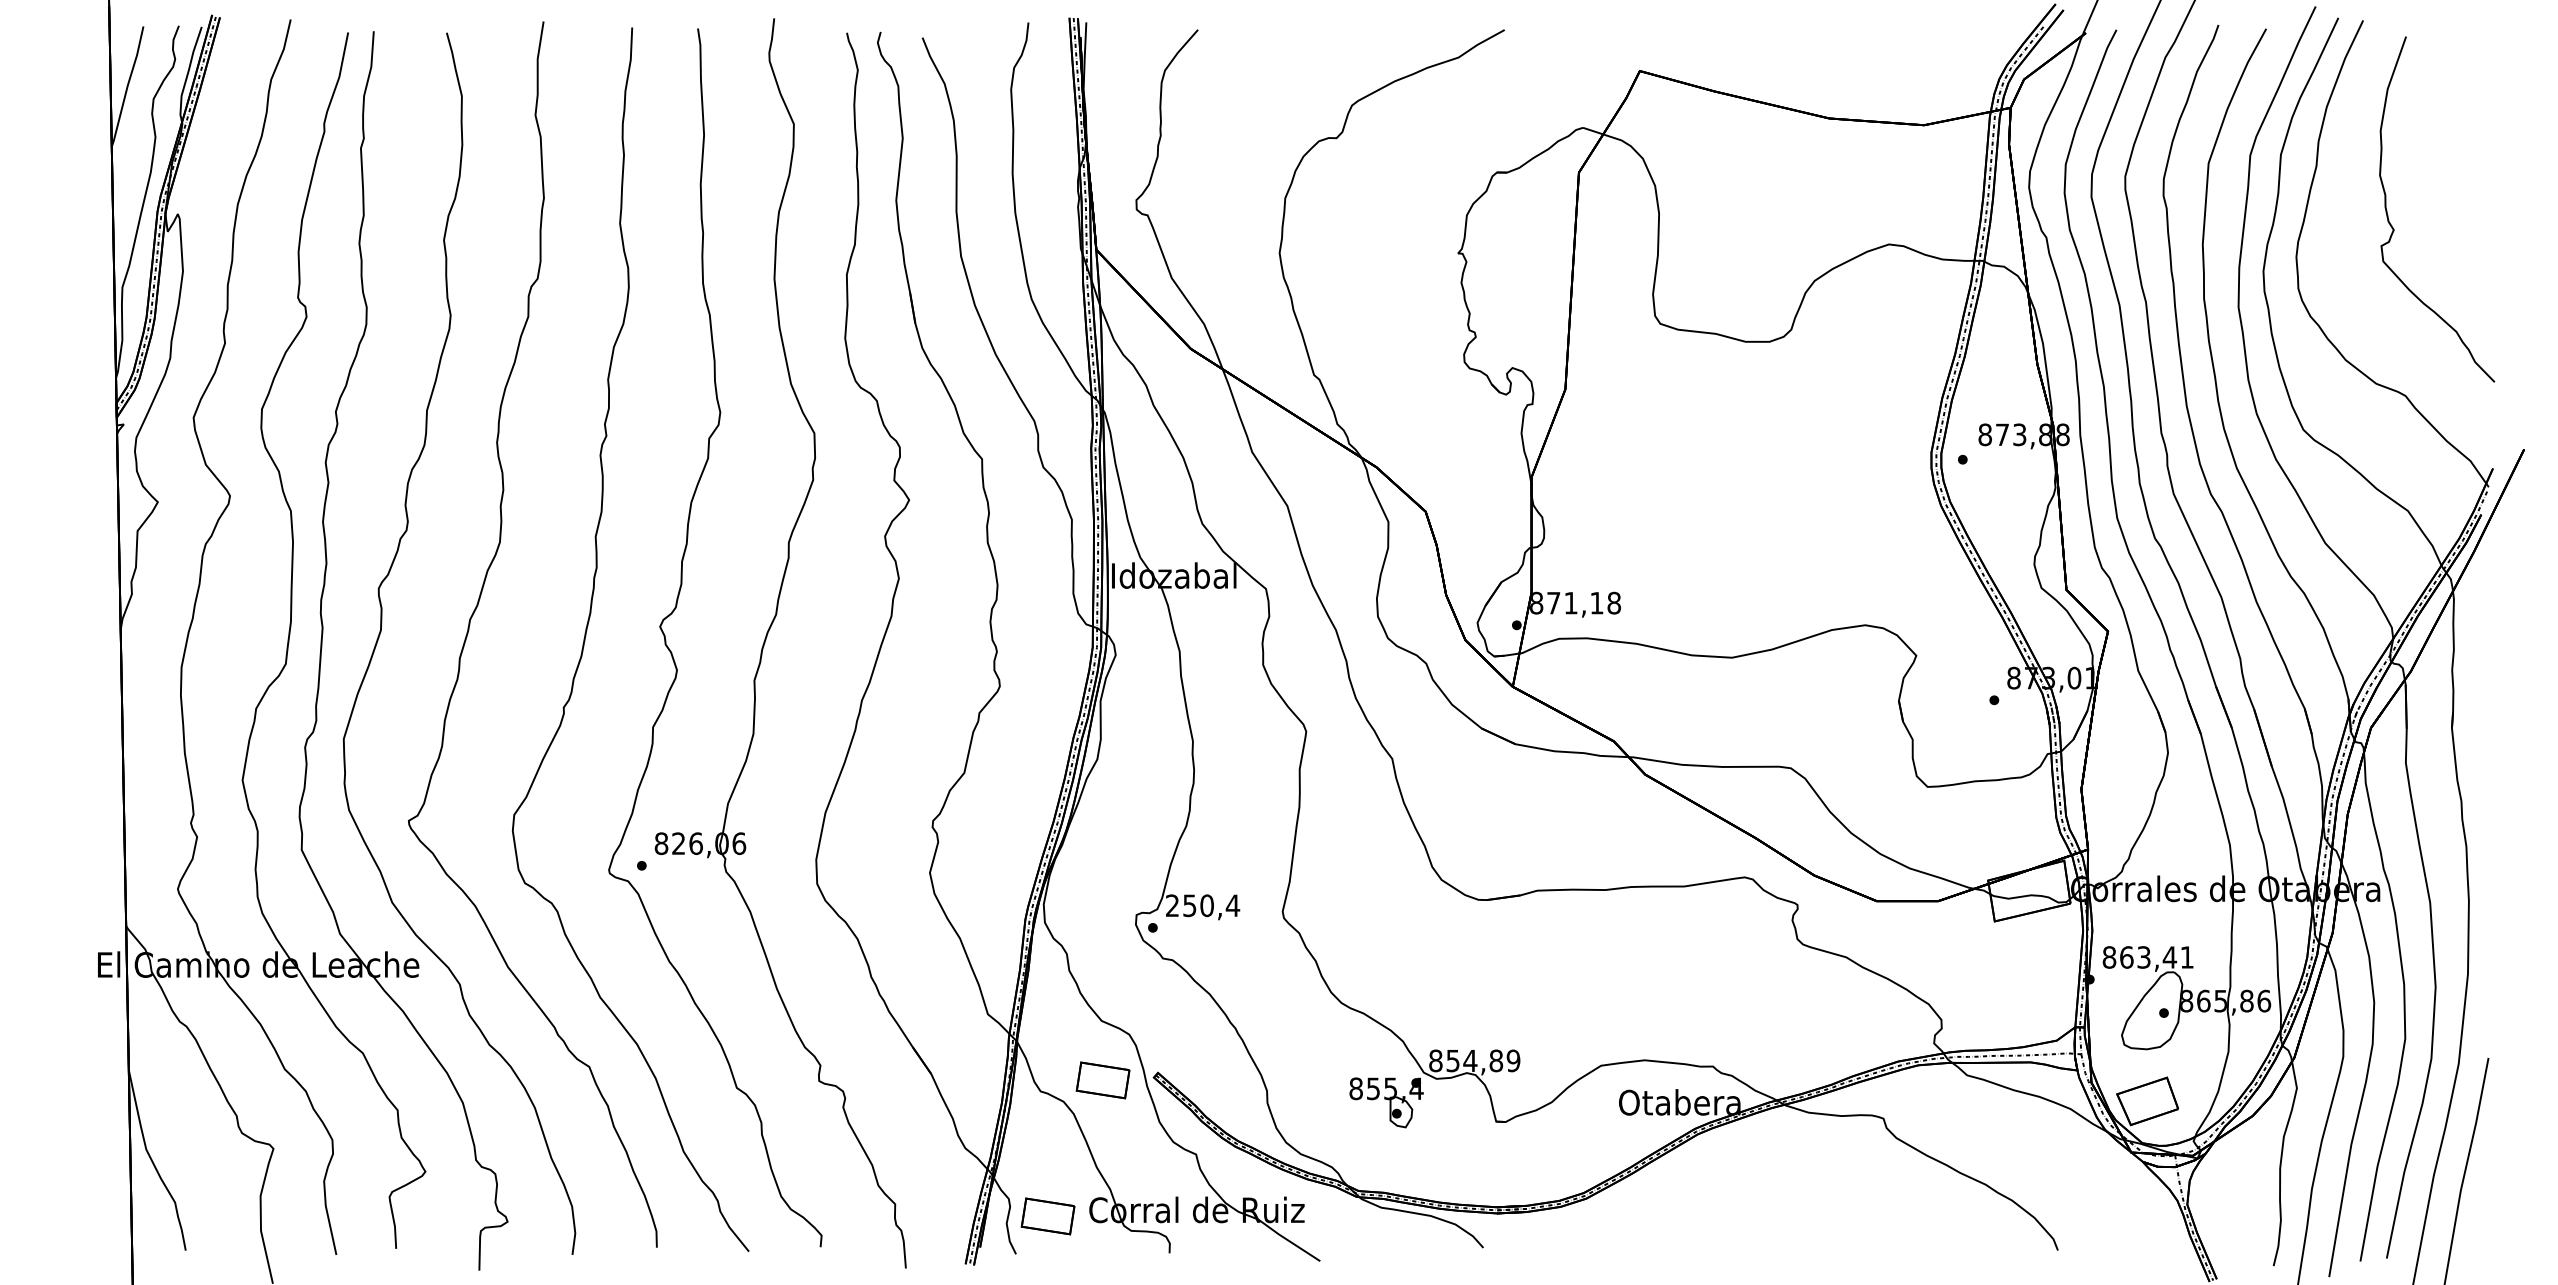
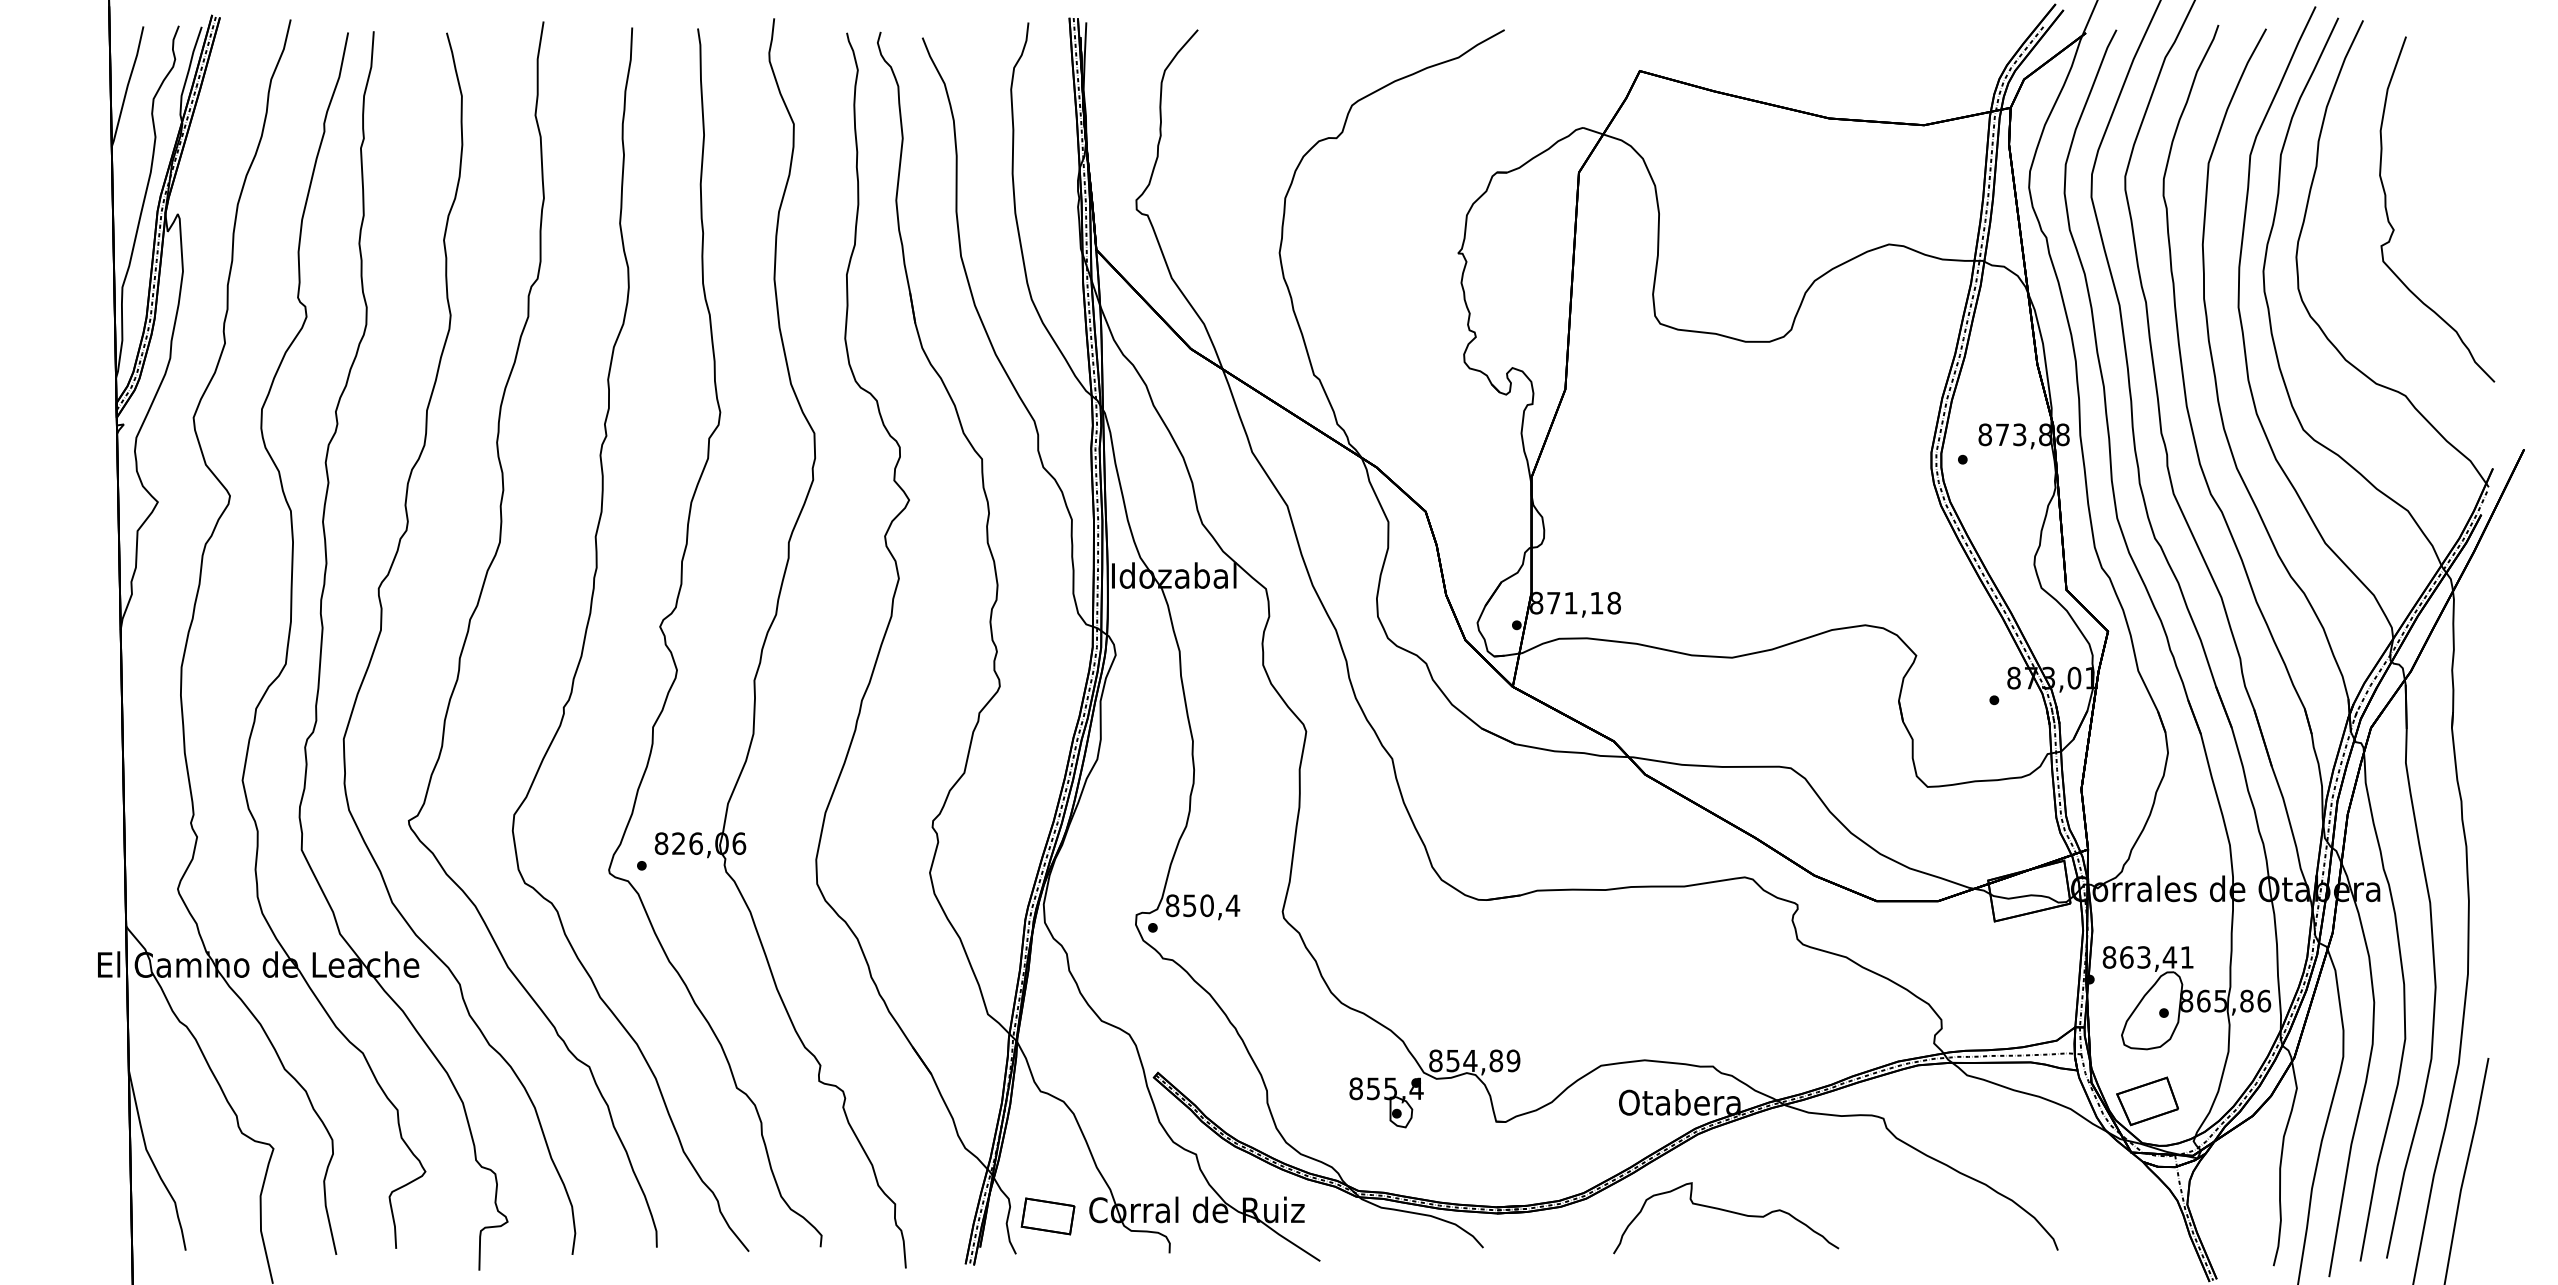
text at (1172, 905): 250,4 -> 850,4
part at (1102, 1080): present -> none
curve at (1728, 1212): none -> present
